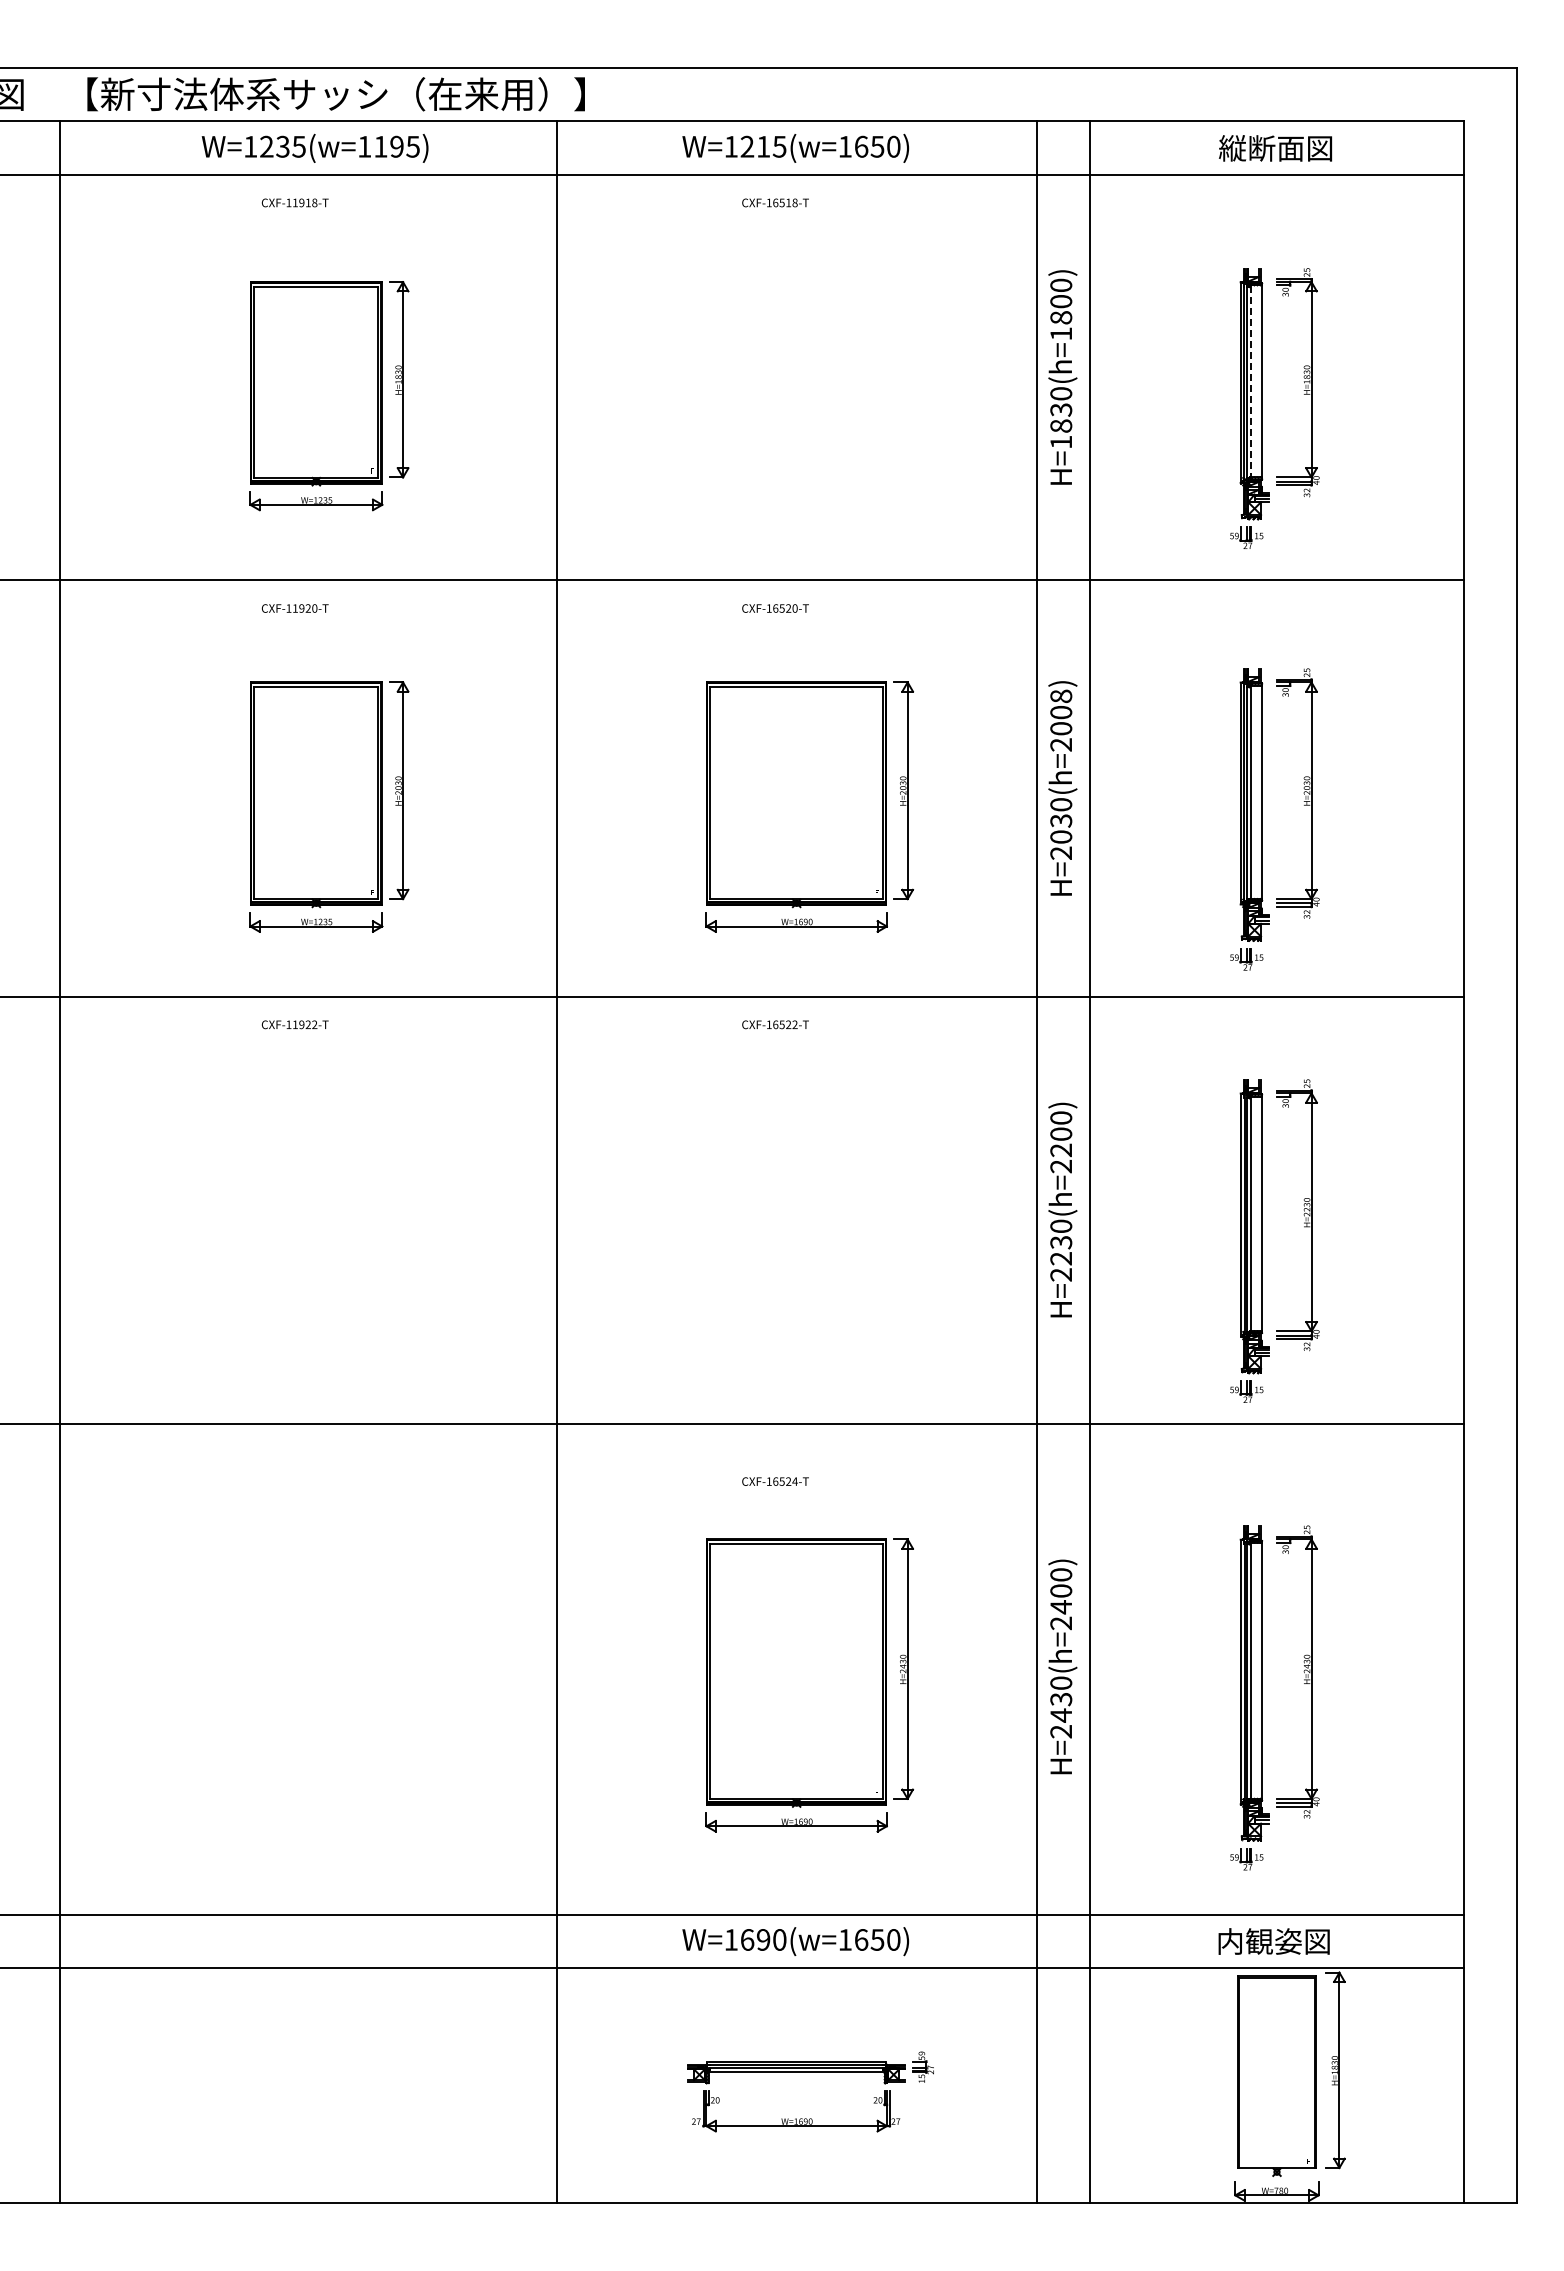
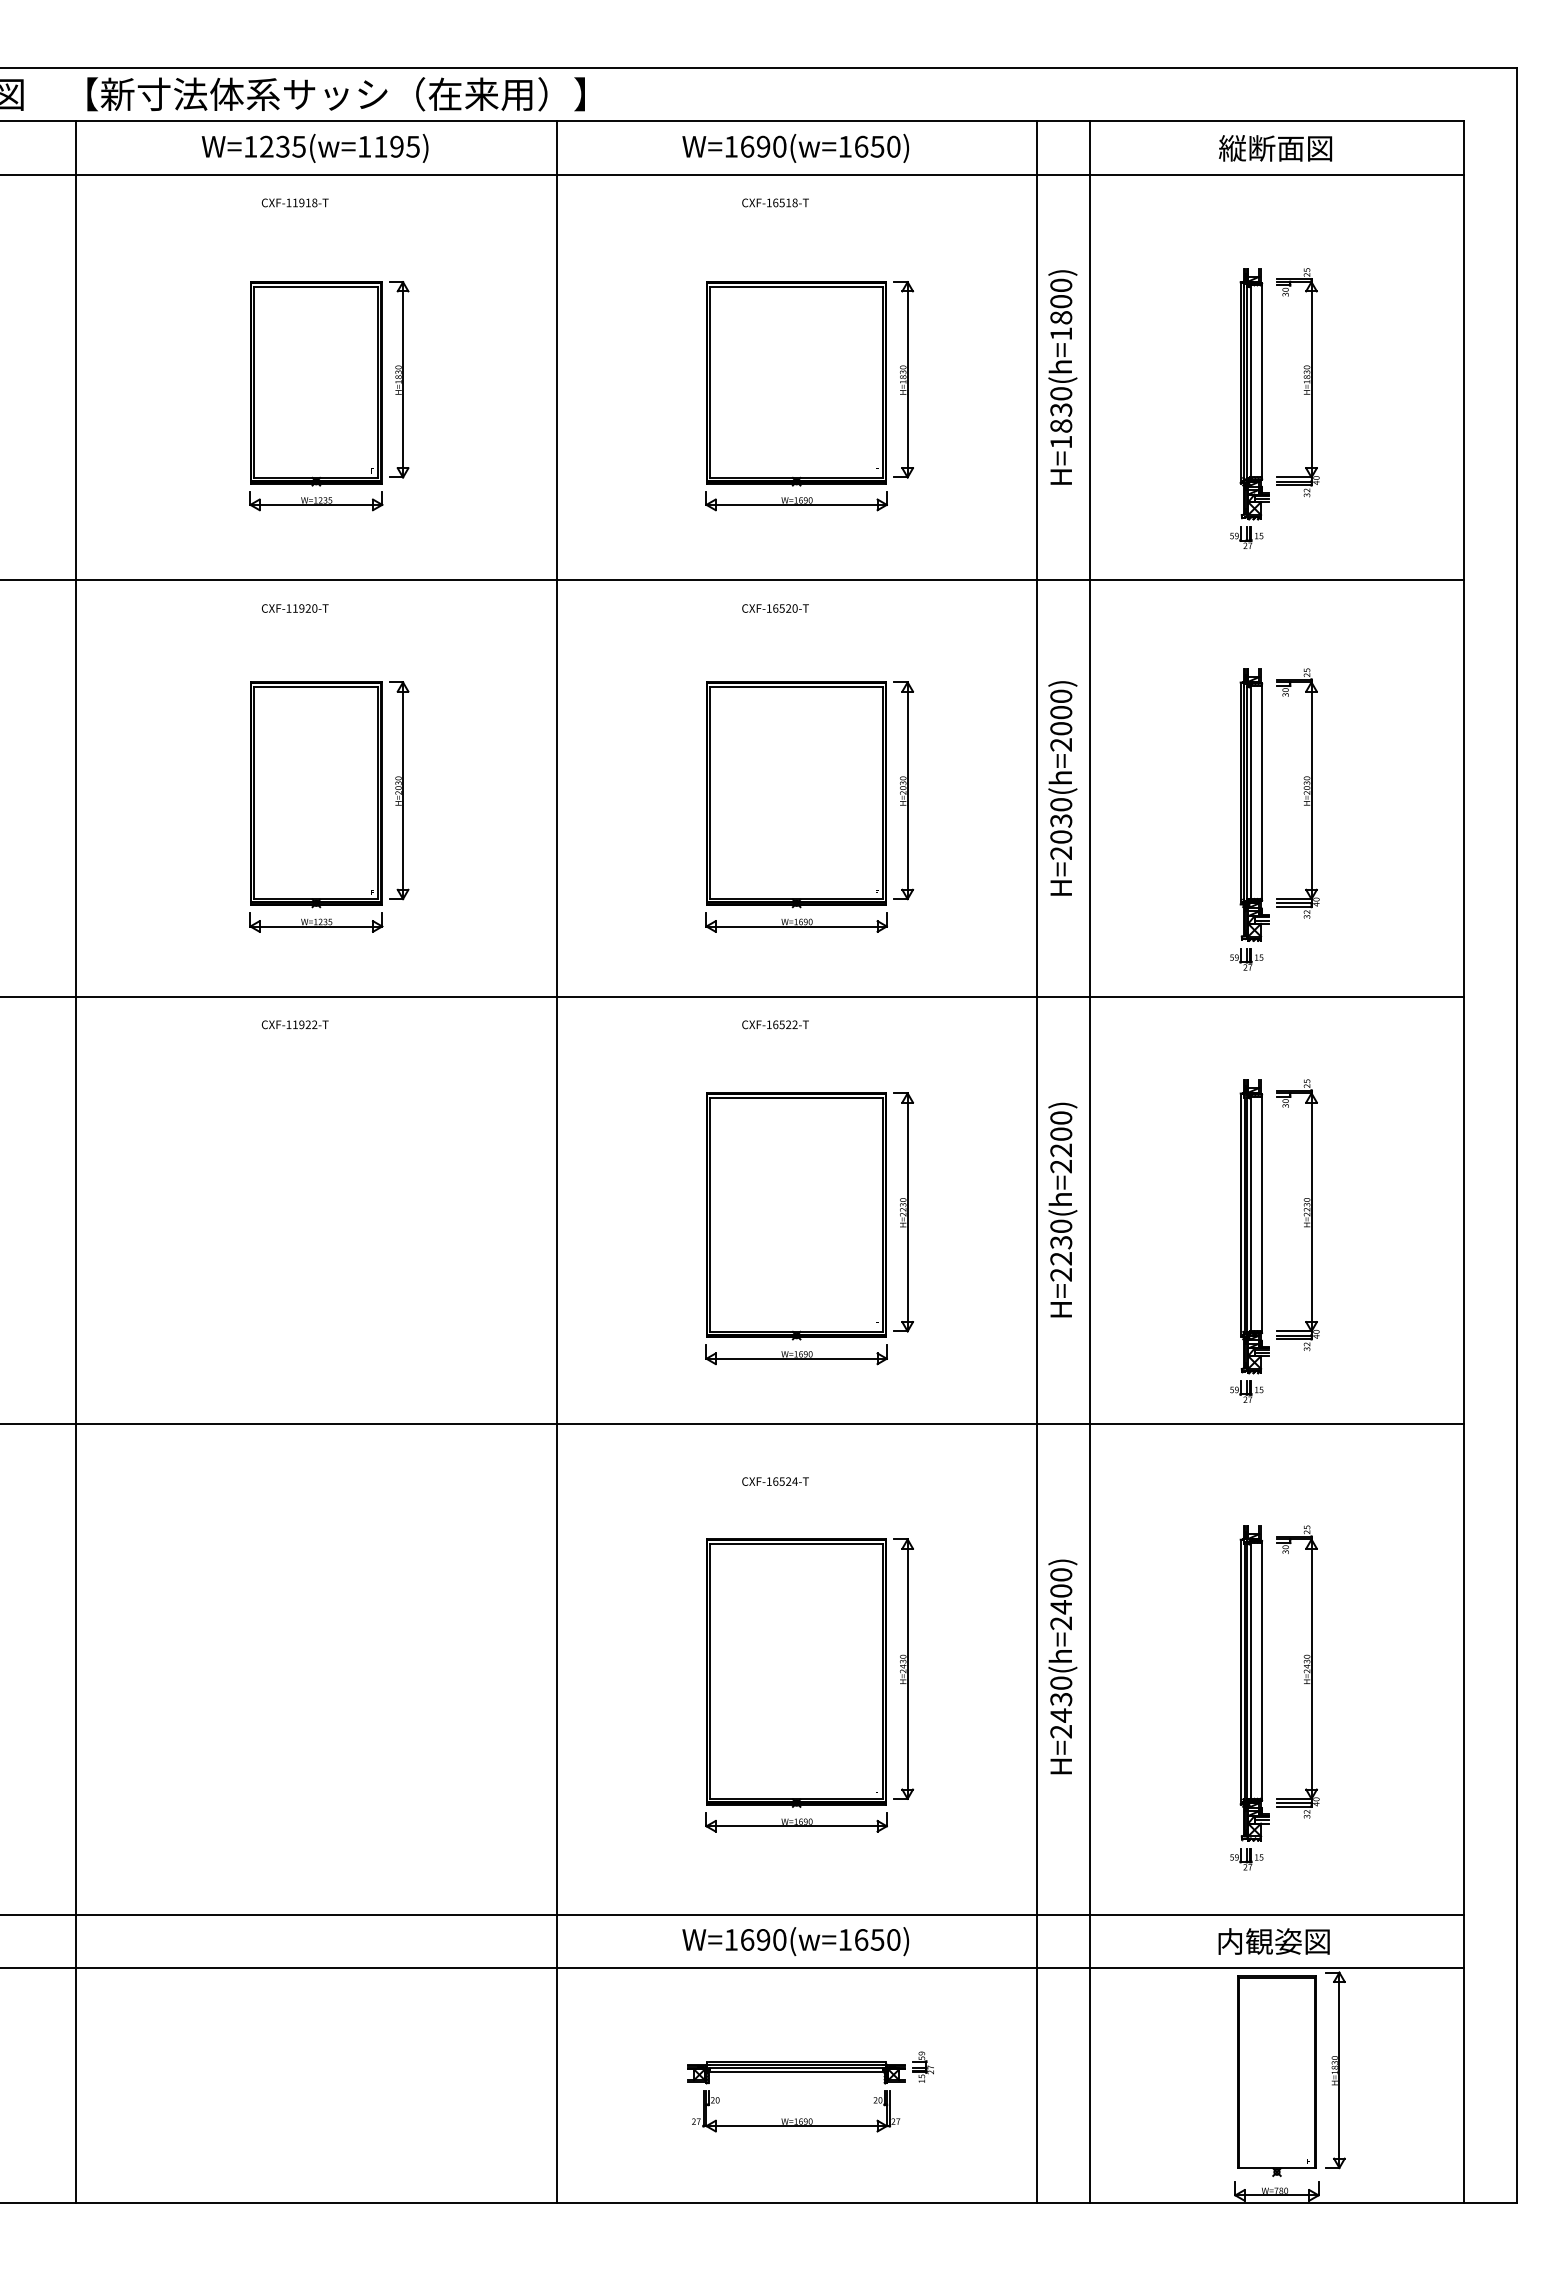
text at (763, 146): W=1215(w=1650) -> W=1690(w=1650)
line at (1251, 381): dashed -> solid
part at (809, 396): none -> present
text at (1061, 696): H=2030(h=2008) -> H=2030(h=2000)
line at (60, 1161) position: (60, 1161) -> (76, 1161)
part at (809, 1228): none -> present
